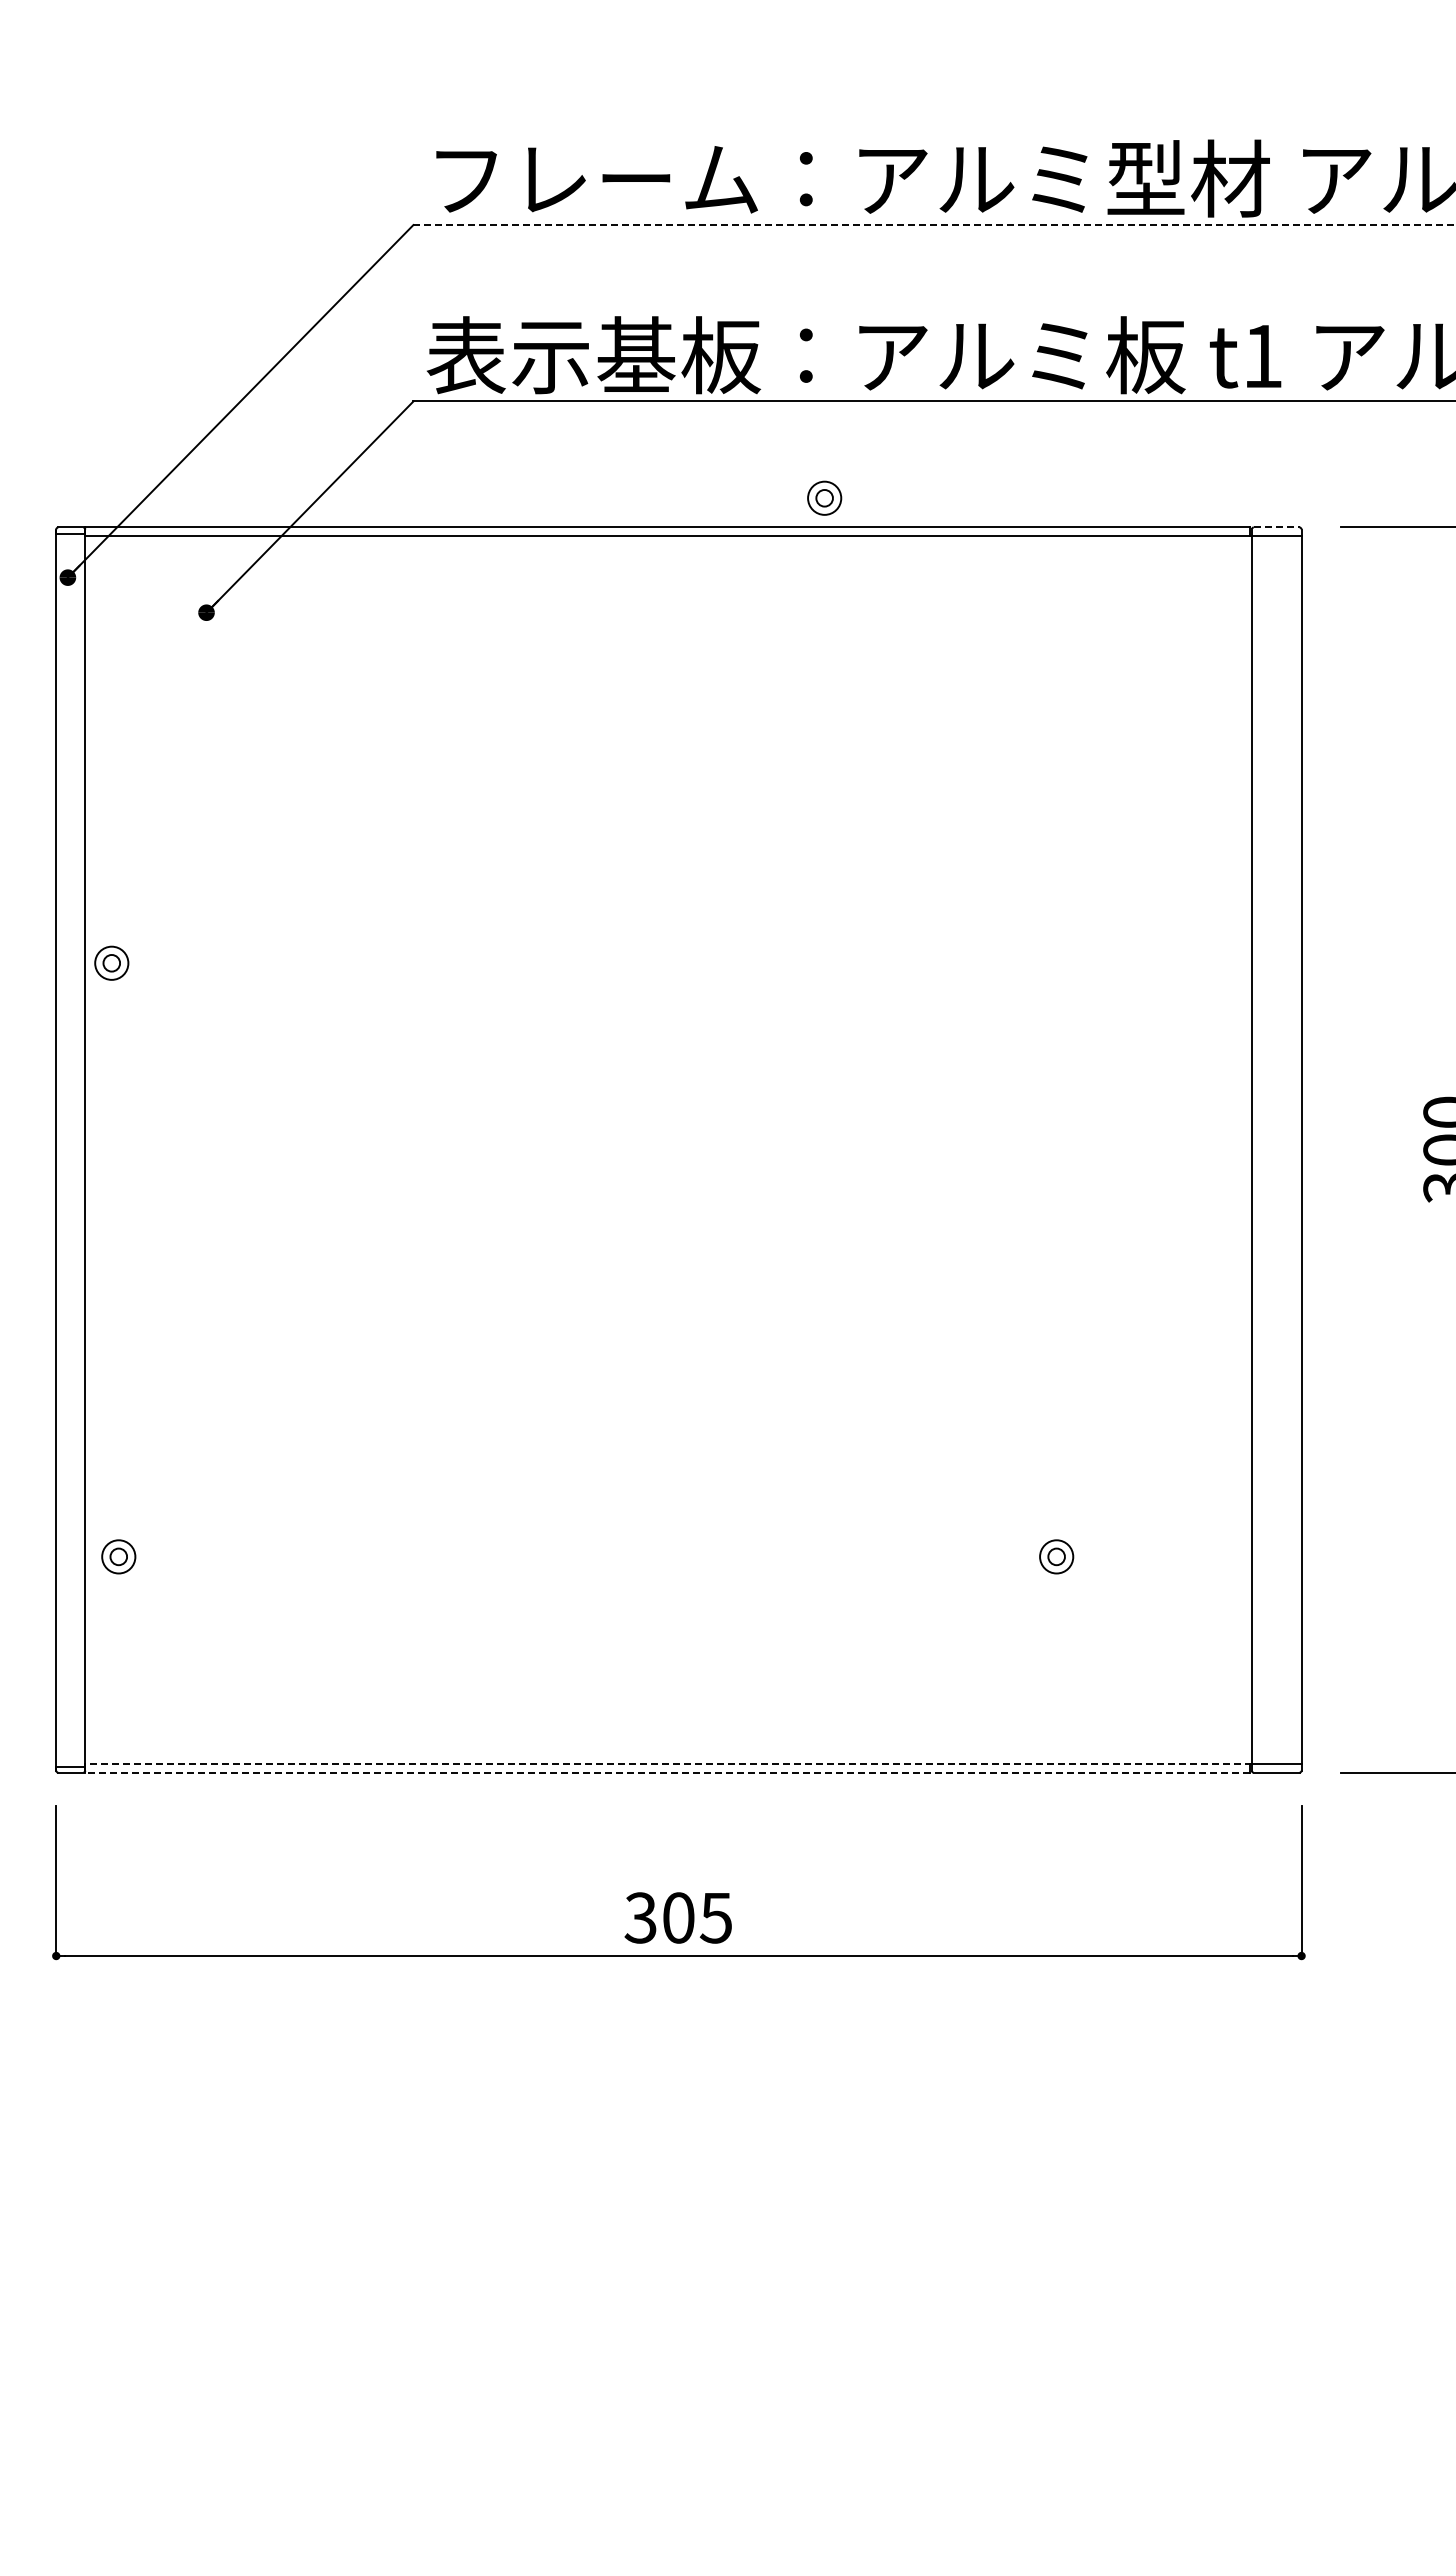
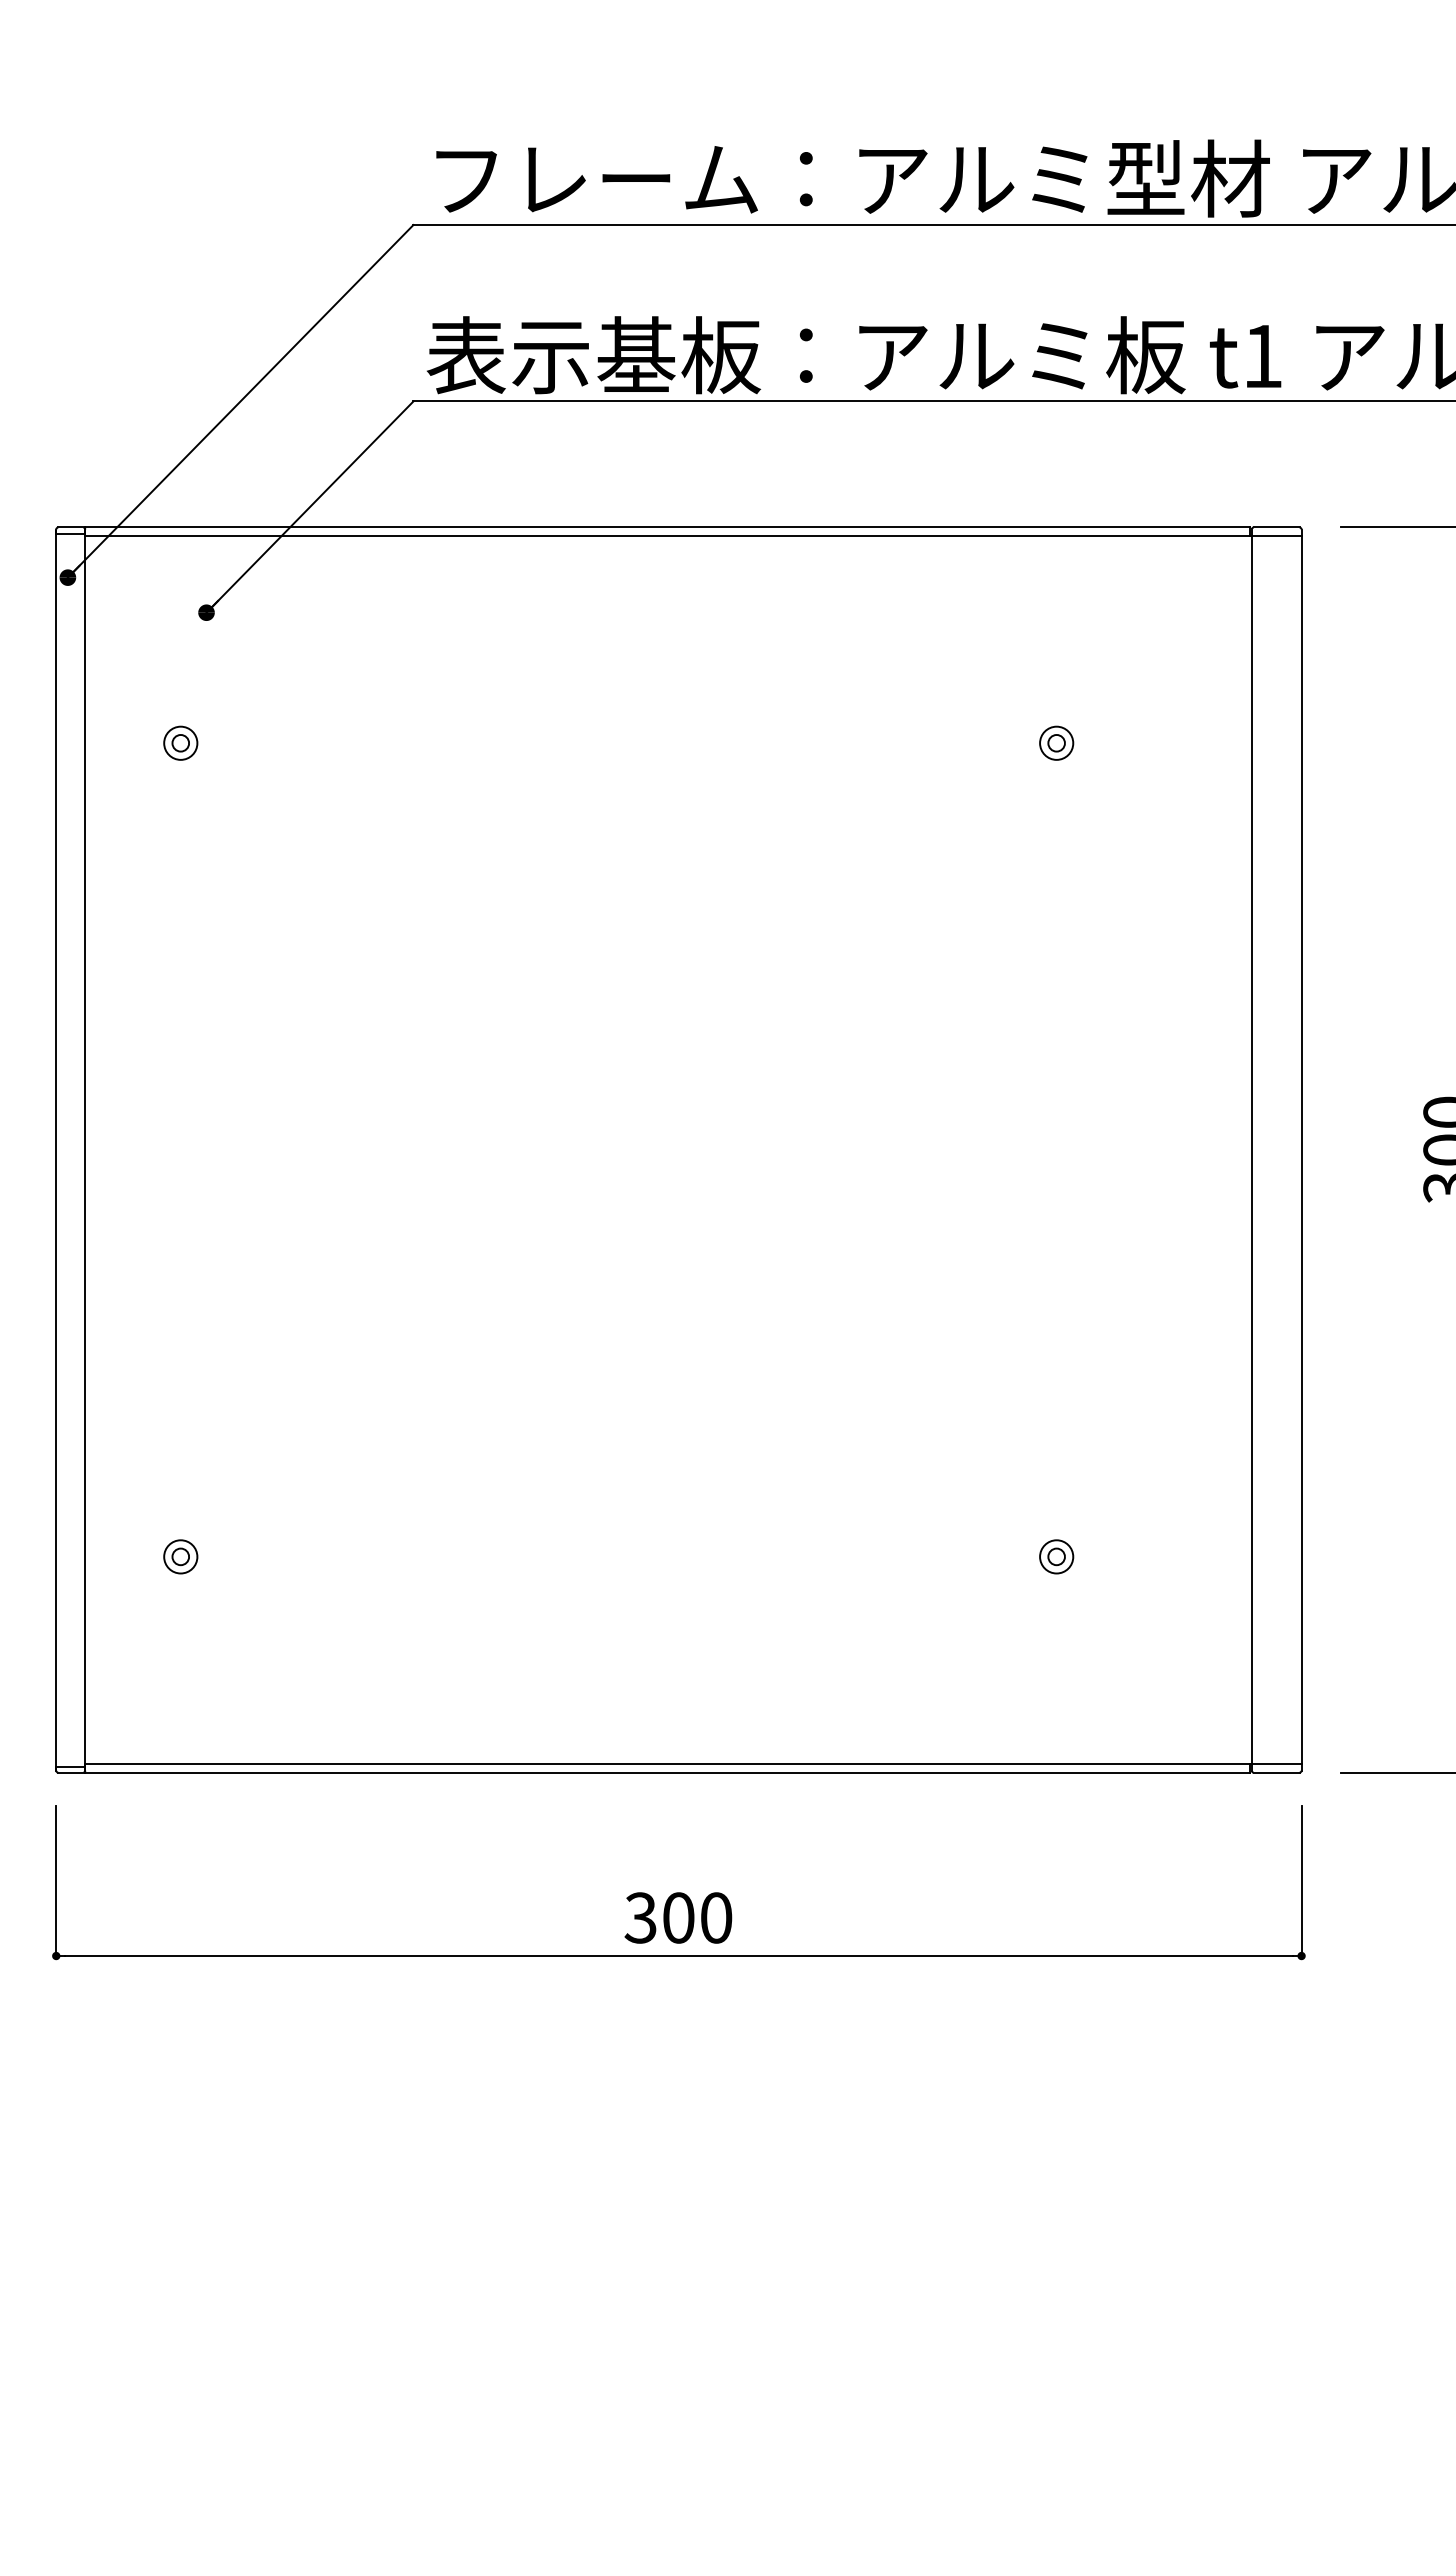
line at (934, 225): dashed -> solid
part at (824, 497) position: (824, 497) -> (1056, 742)
line at (1276, 527): dashed -> solid
part at (111, 962) position: (111, 962) -> (180, 742)
part at (118, 1556) position: (118, 1556) -> (180, 1556)
line at (668, 1764): dashed -> solid
line at (667, 1772): dashed -> solid
text at (715, 1917): 305 -> 300
